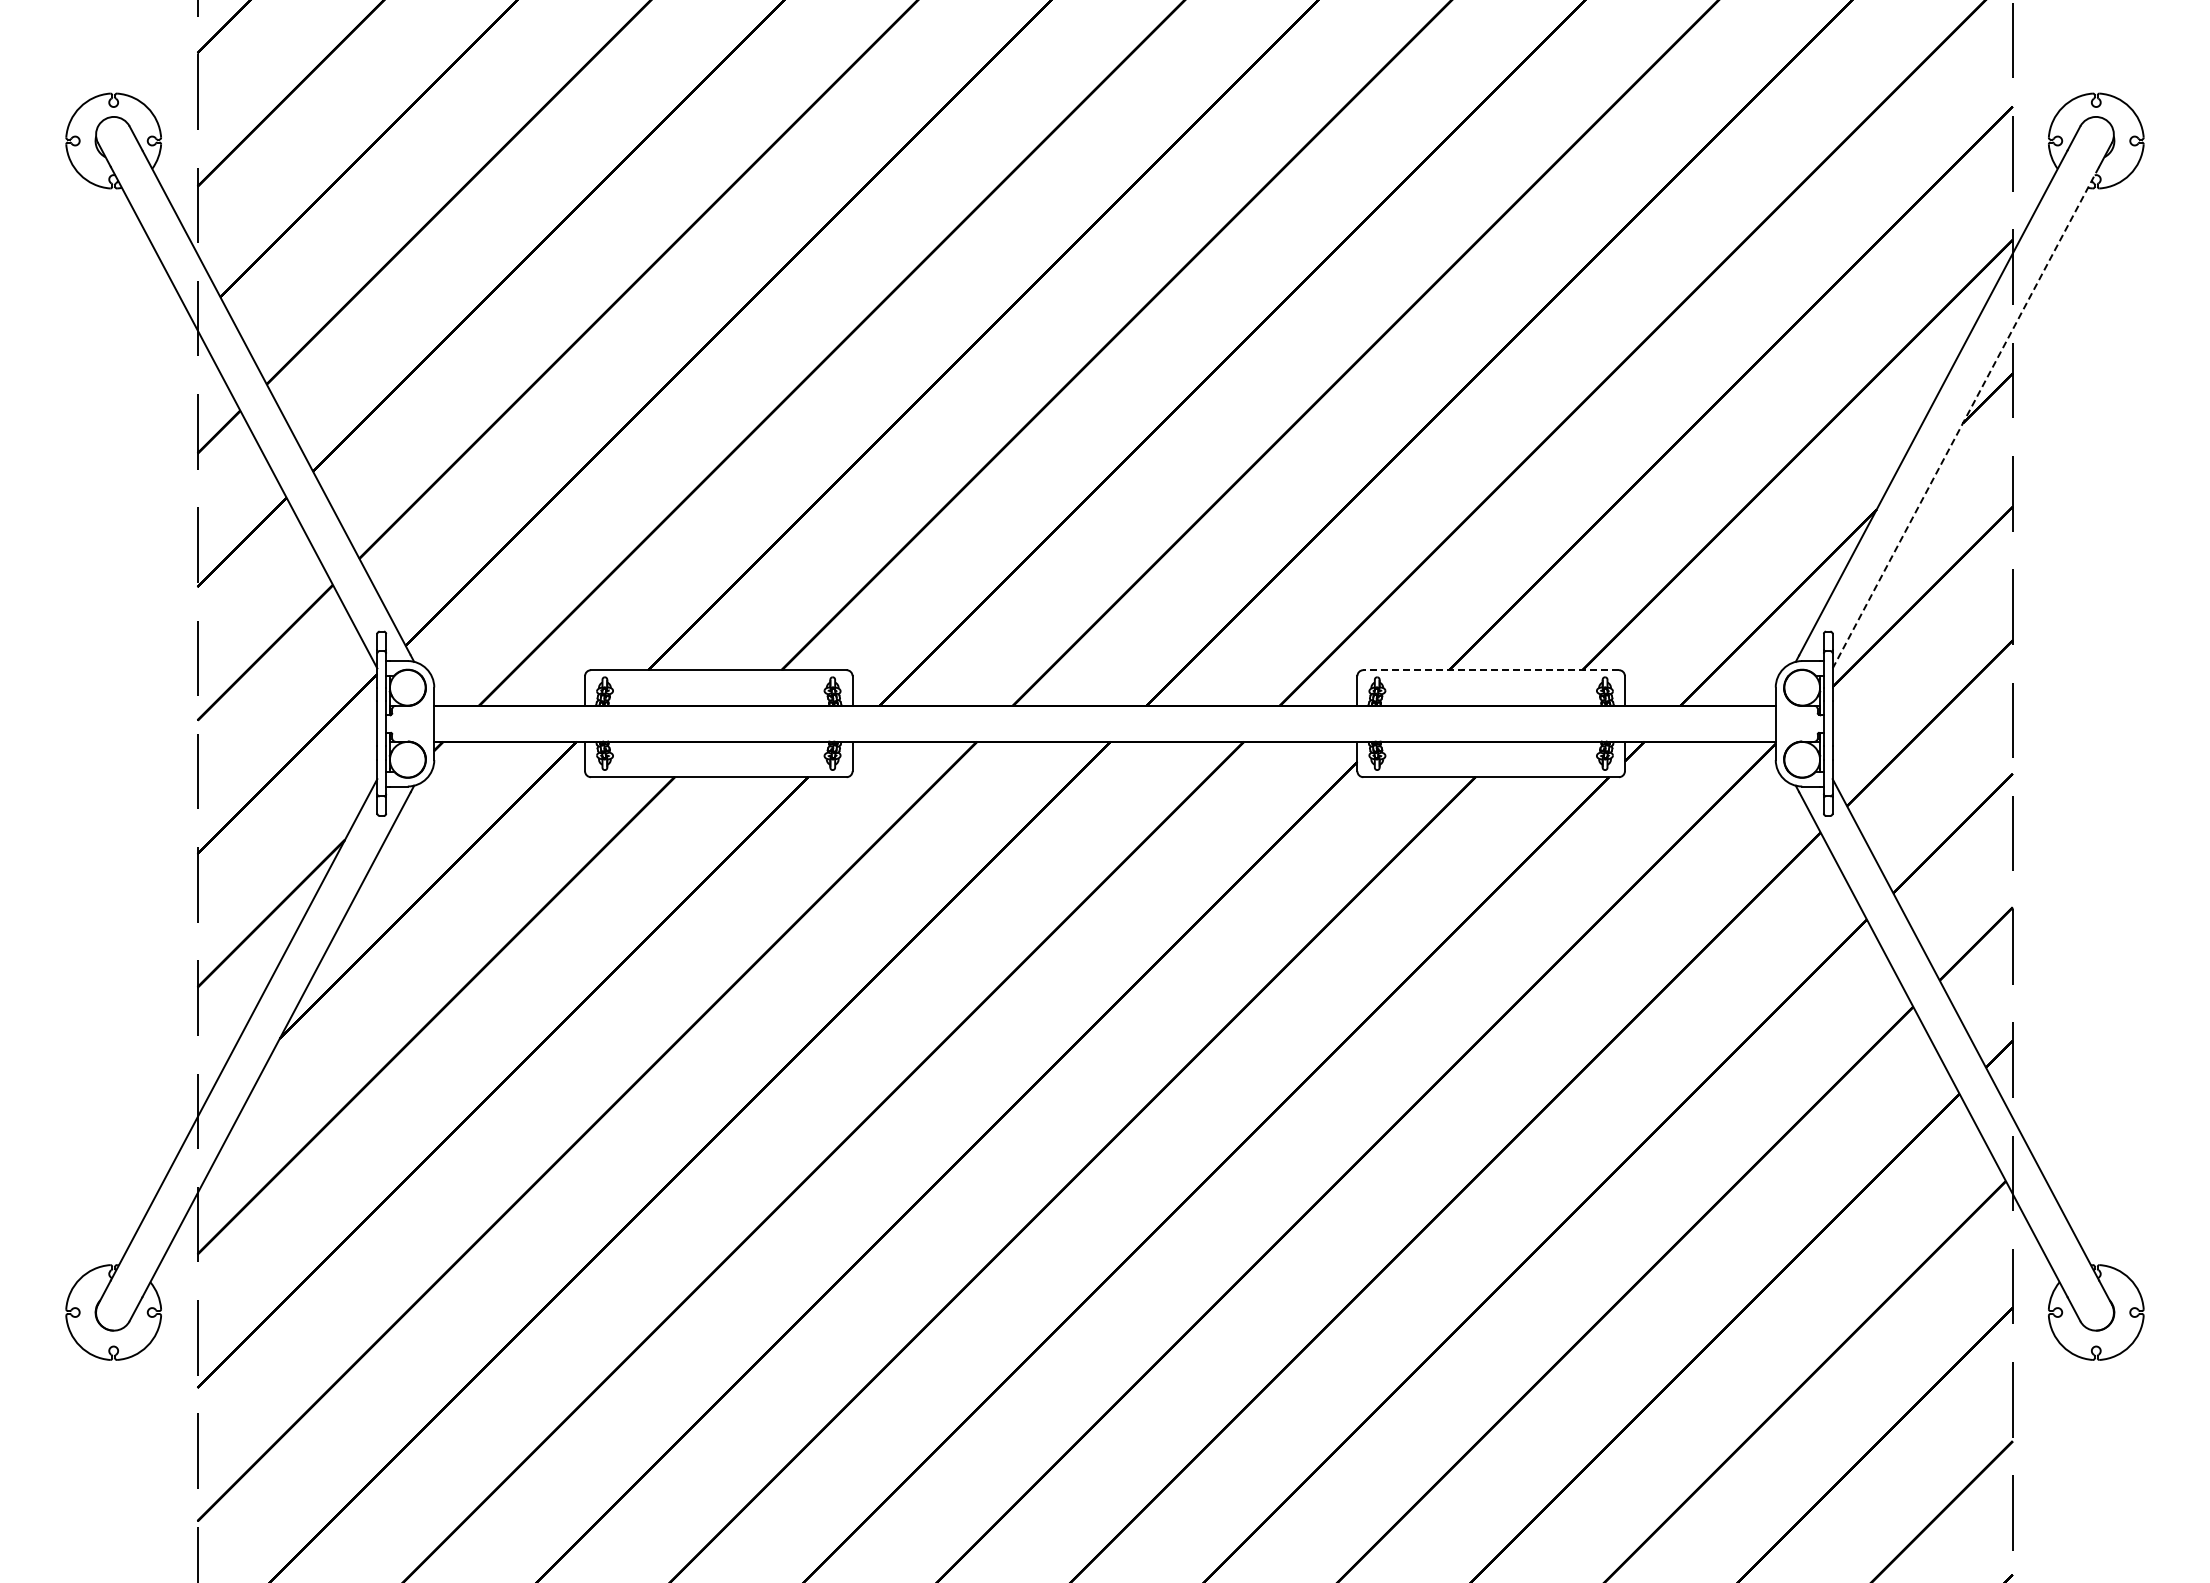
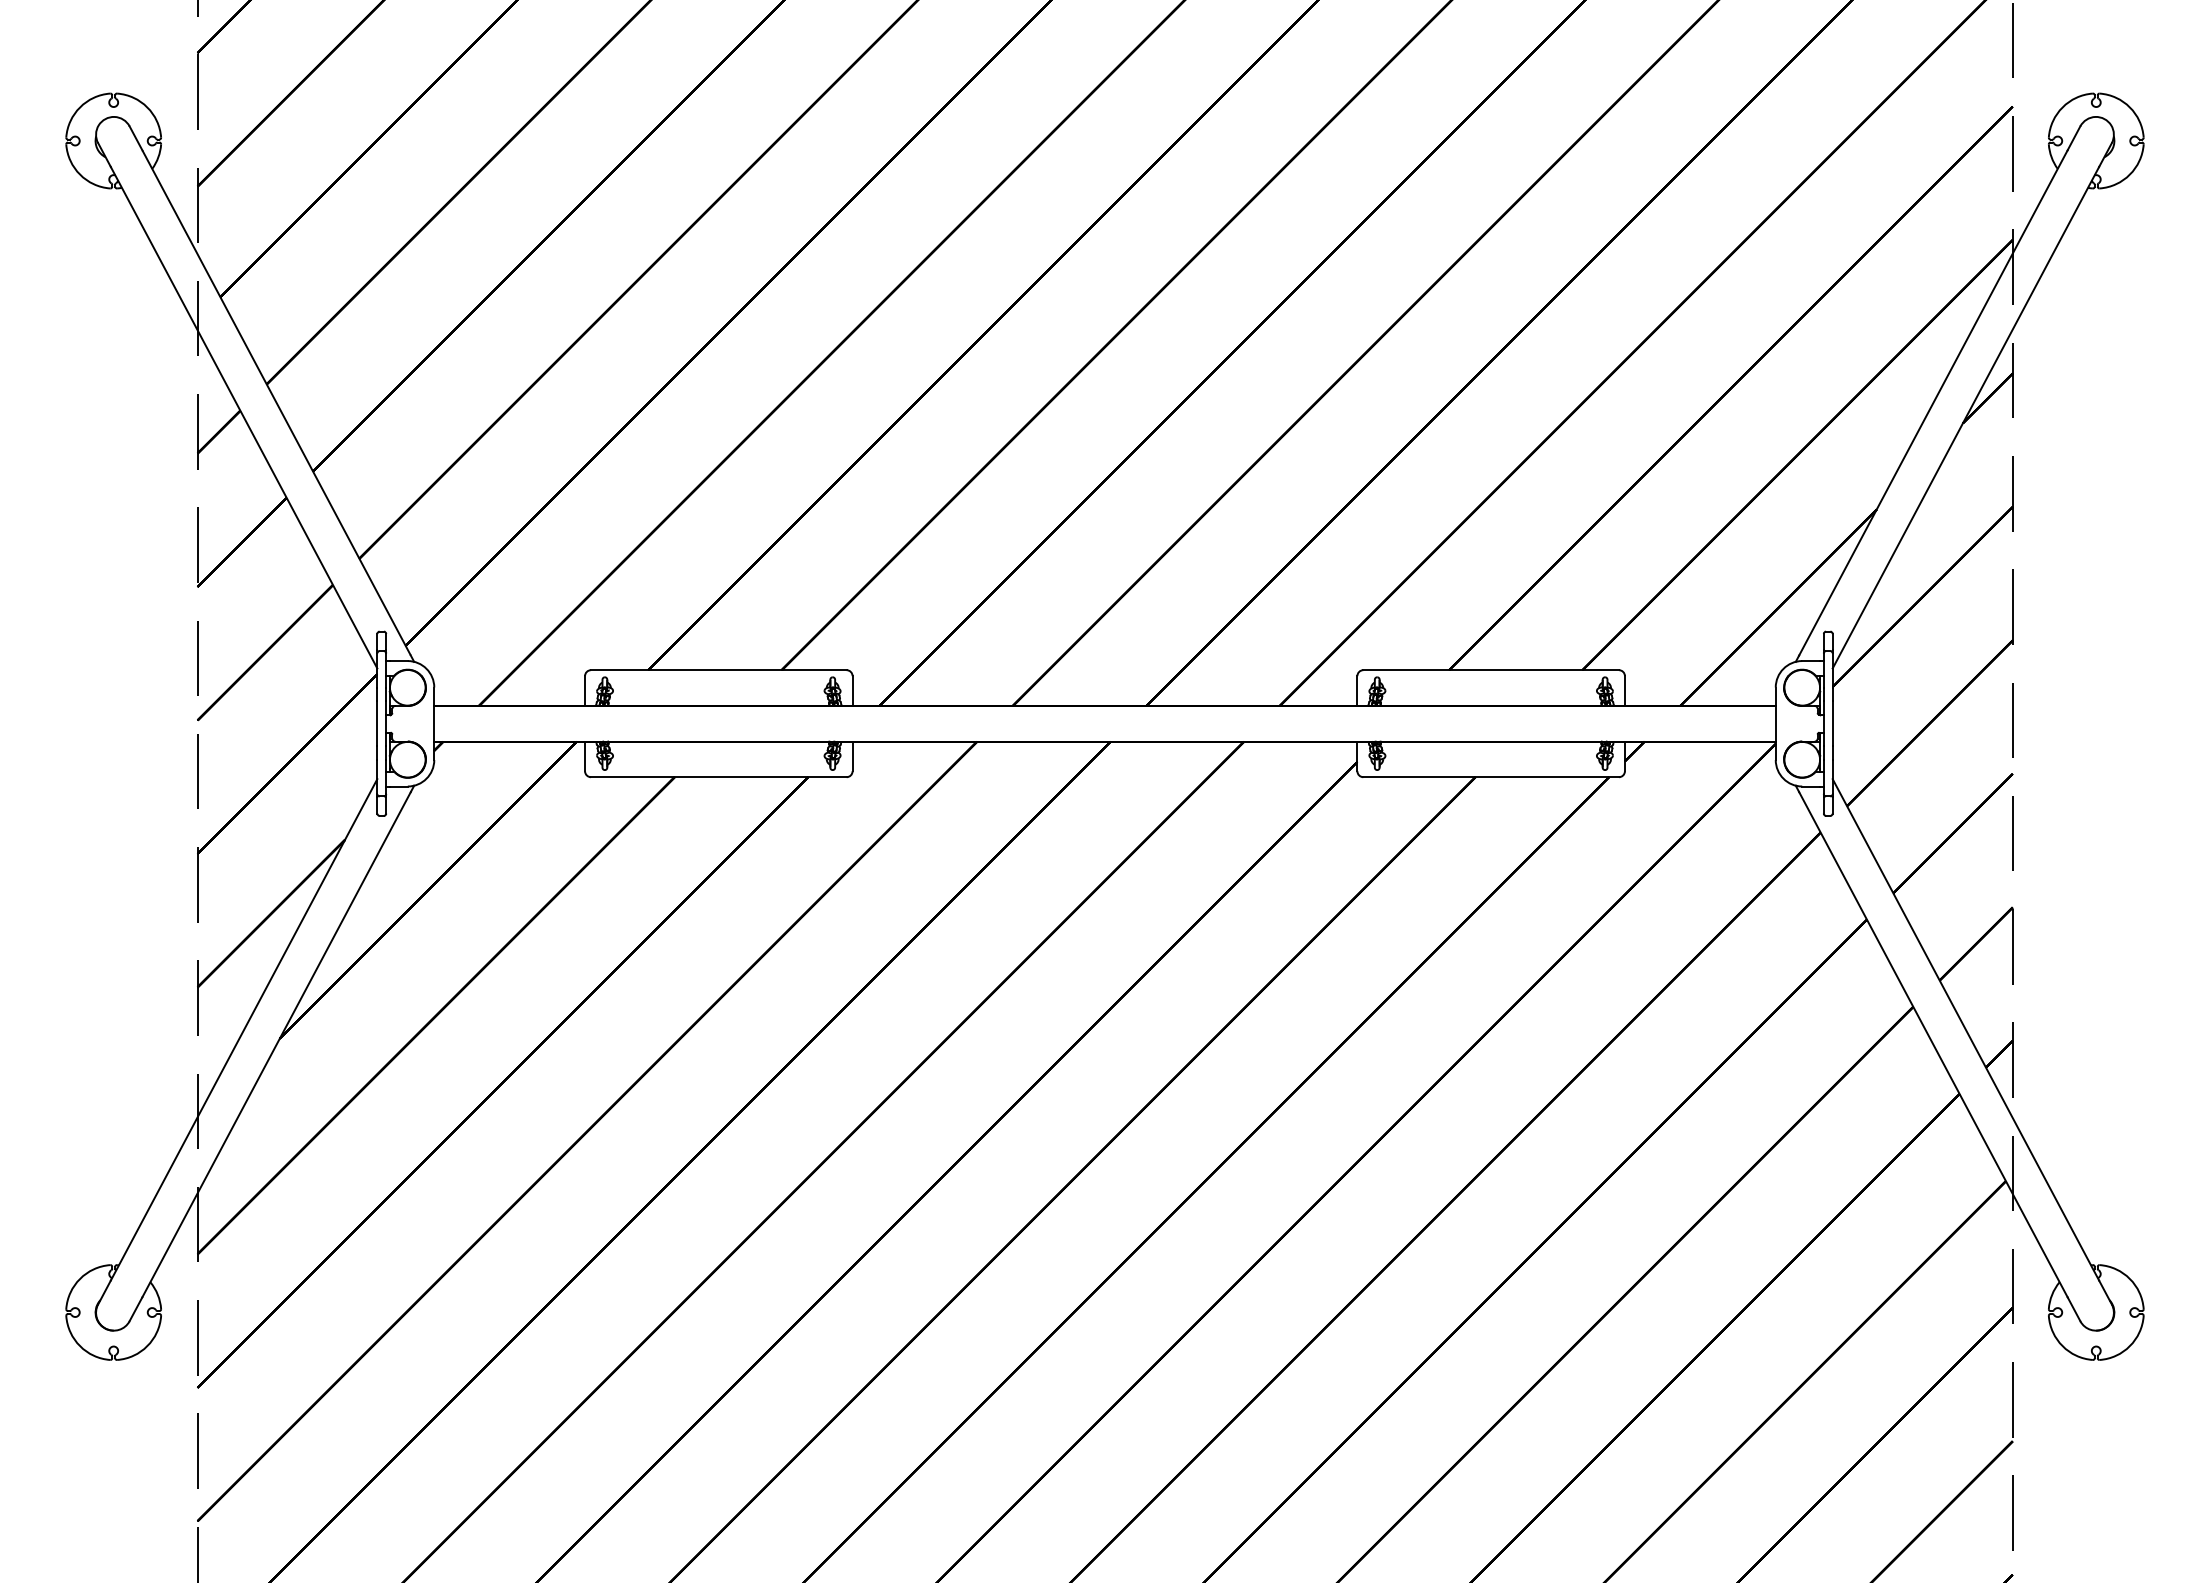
line at (1965, 417): dashed -> solid
line at (1491, 670): dashed -> solid
